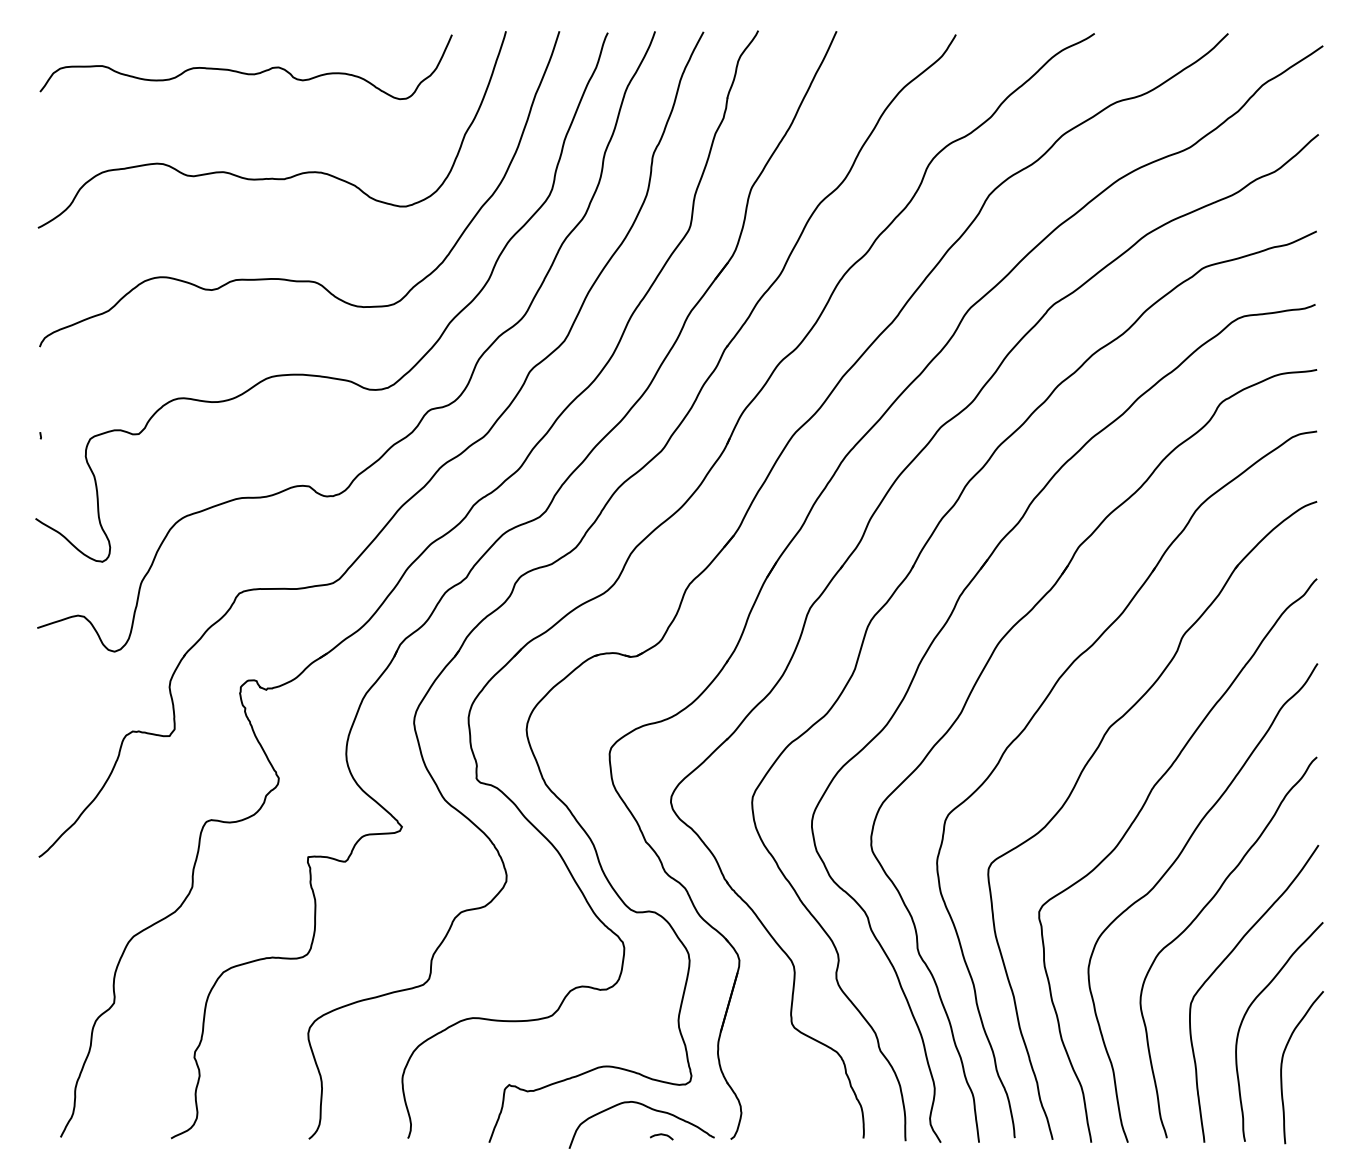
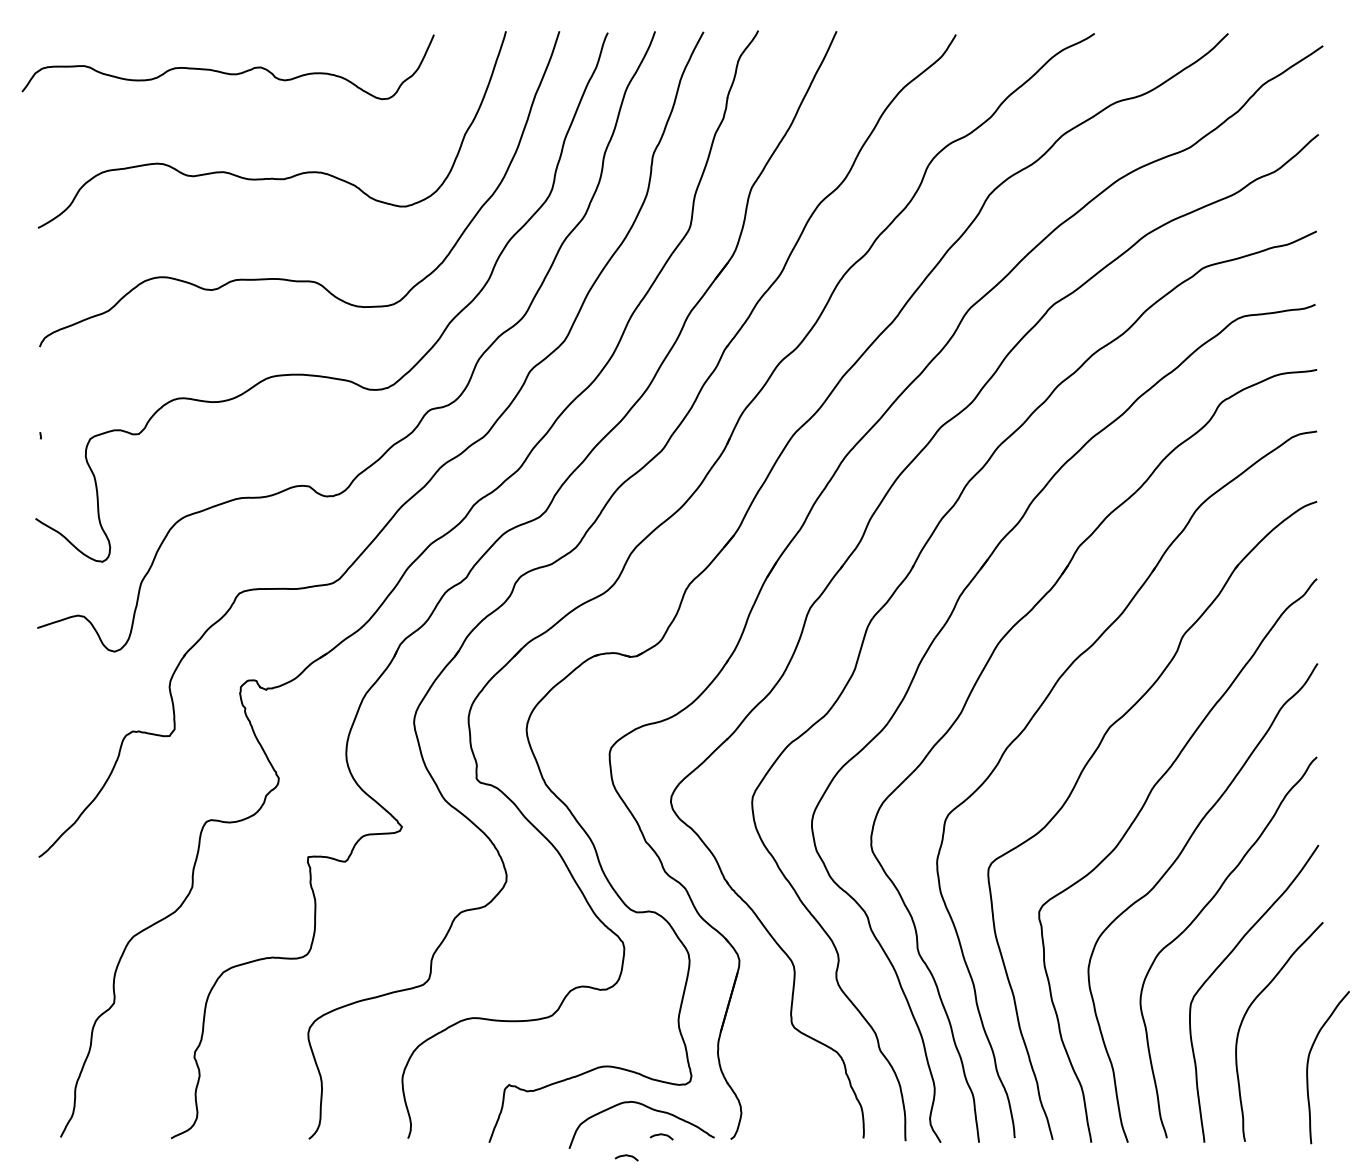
curve at (245, 72) position: (245, 72) -> (227, 72)
curve at (1282, 1067) position: (1282, 1067) -> (1308, 1067)
curve at (626, 1156): none -> present
